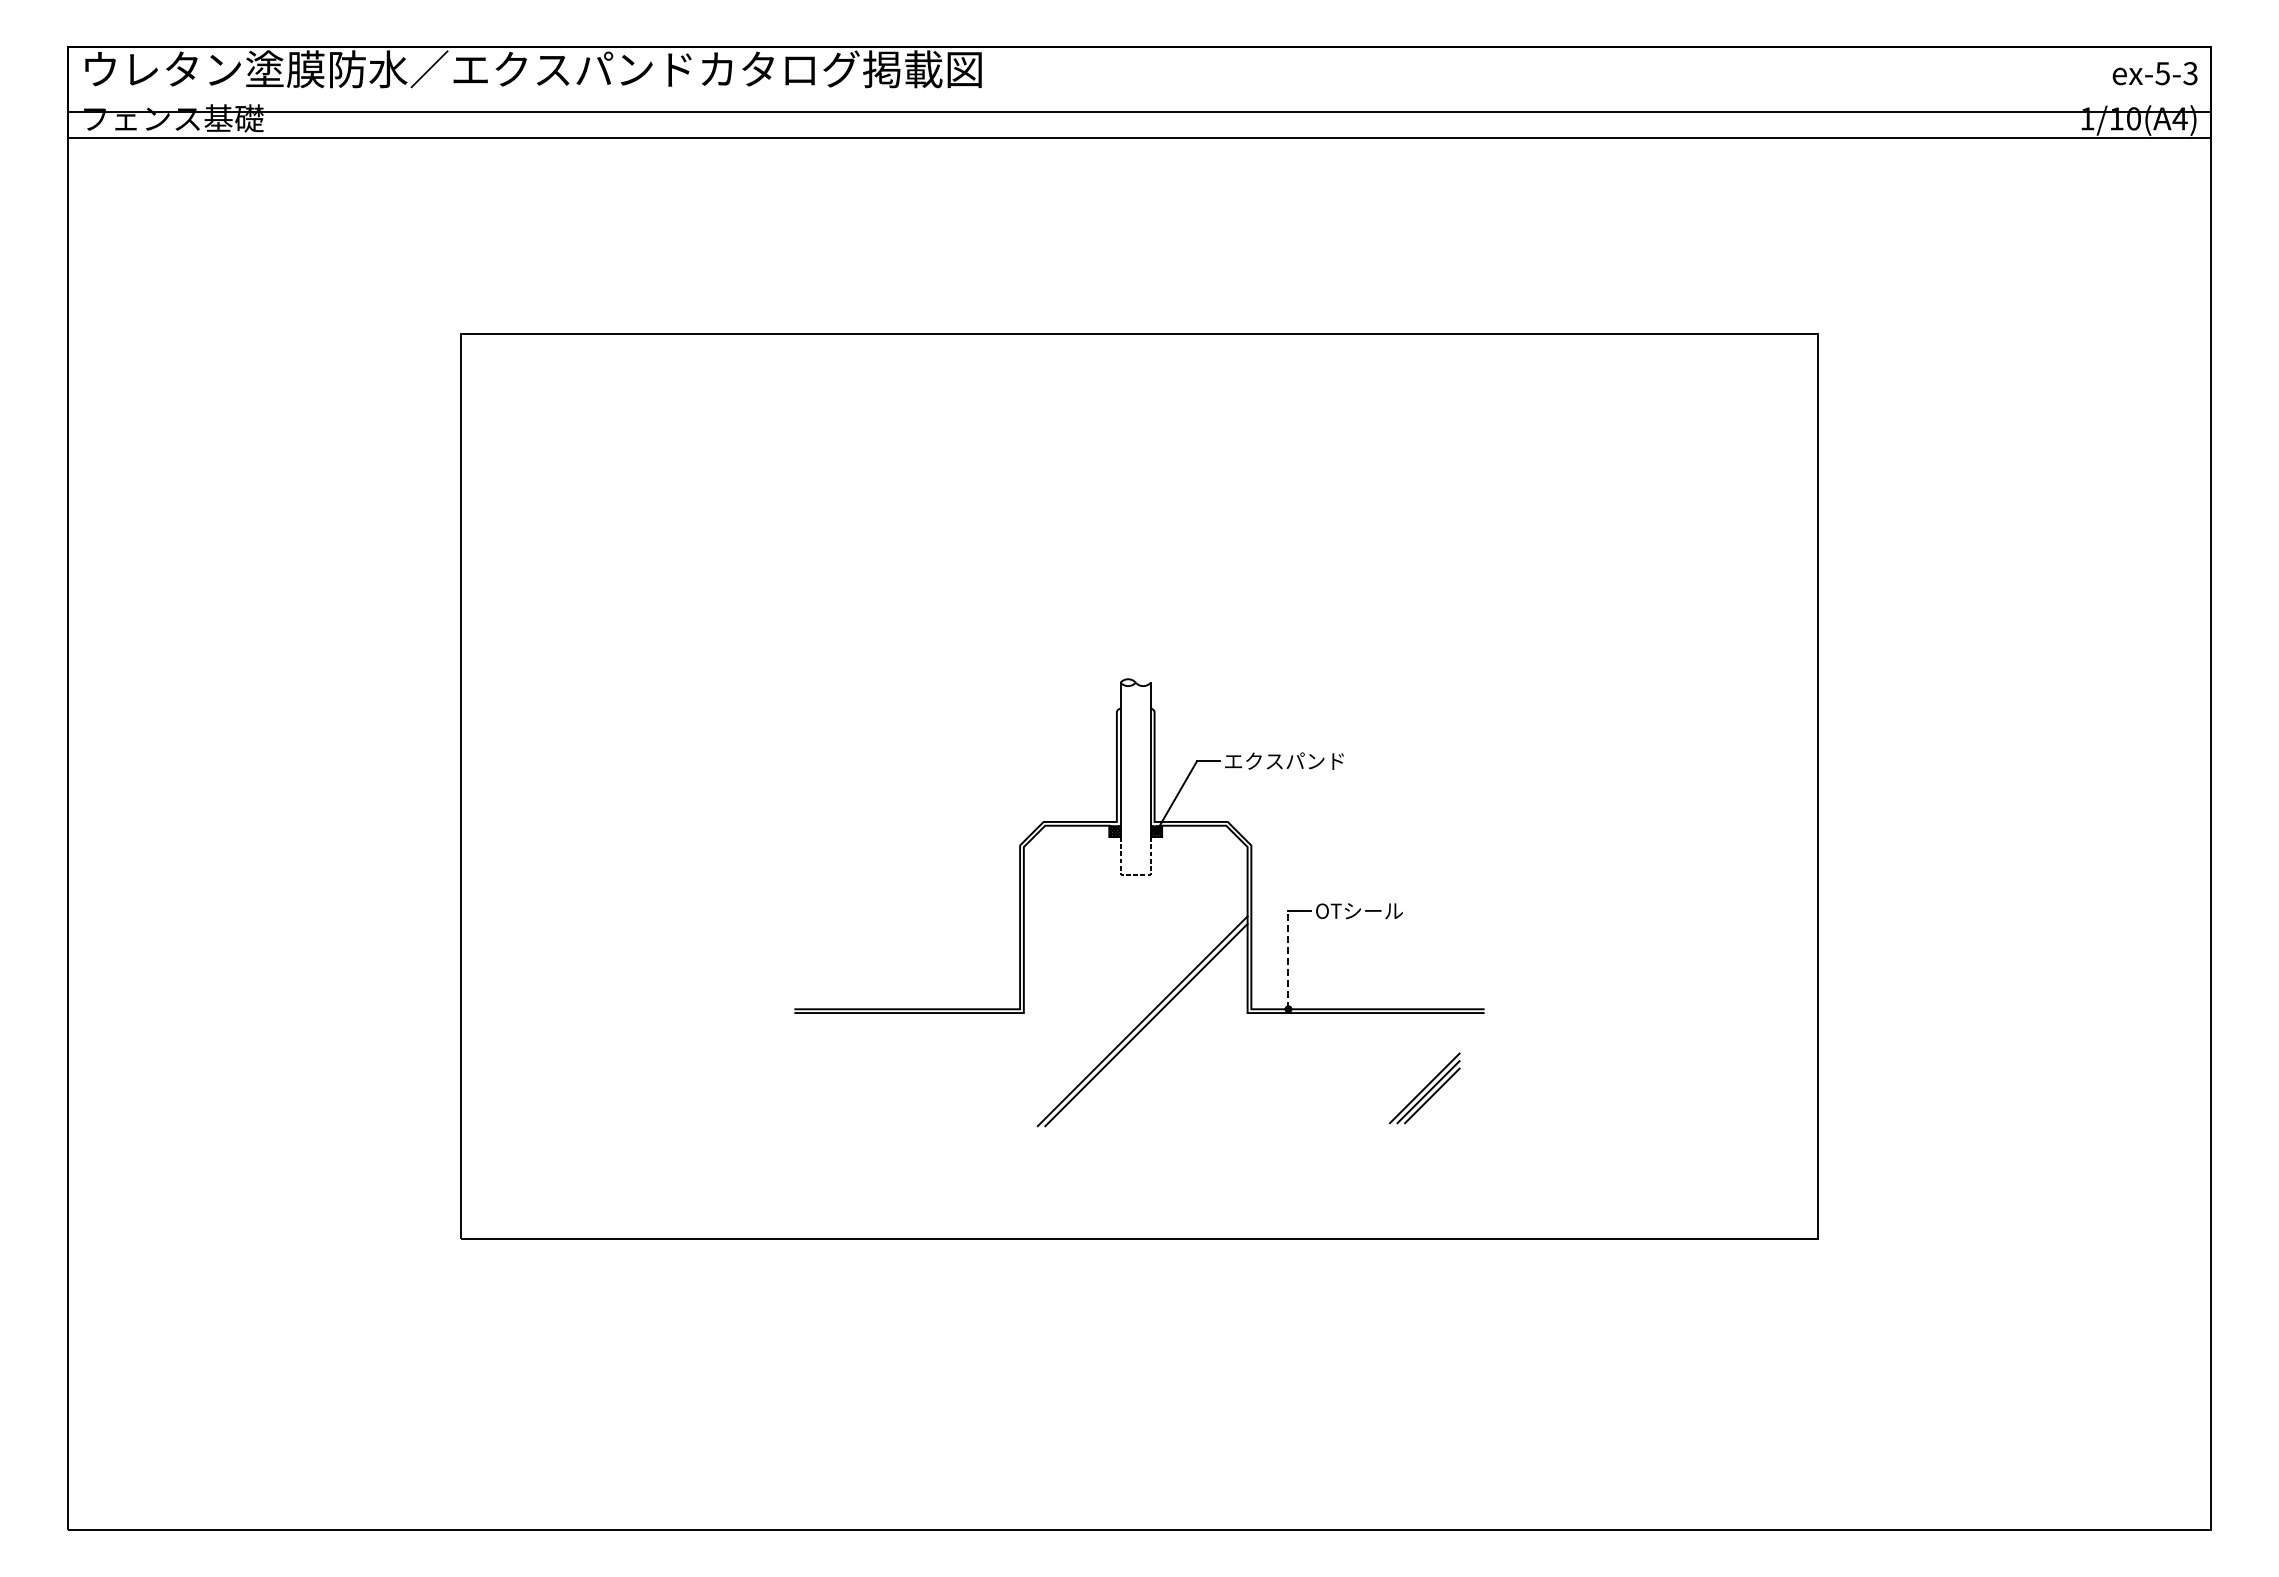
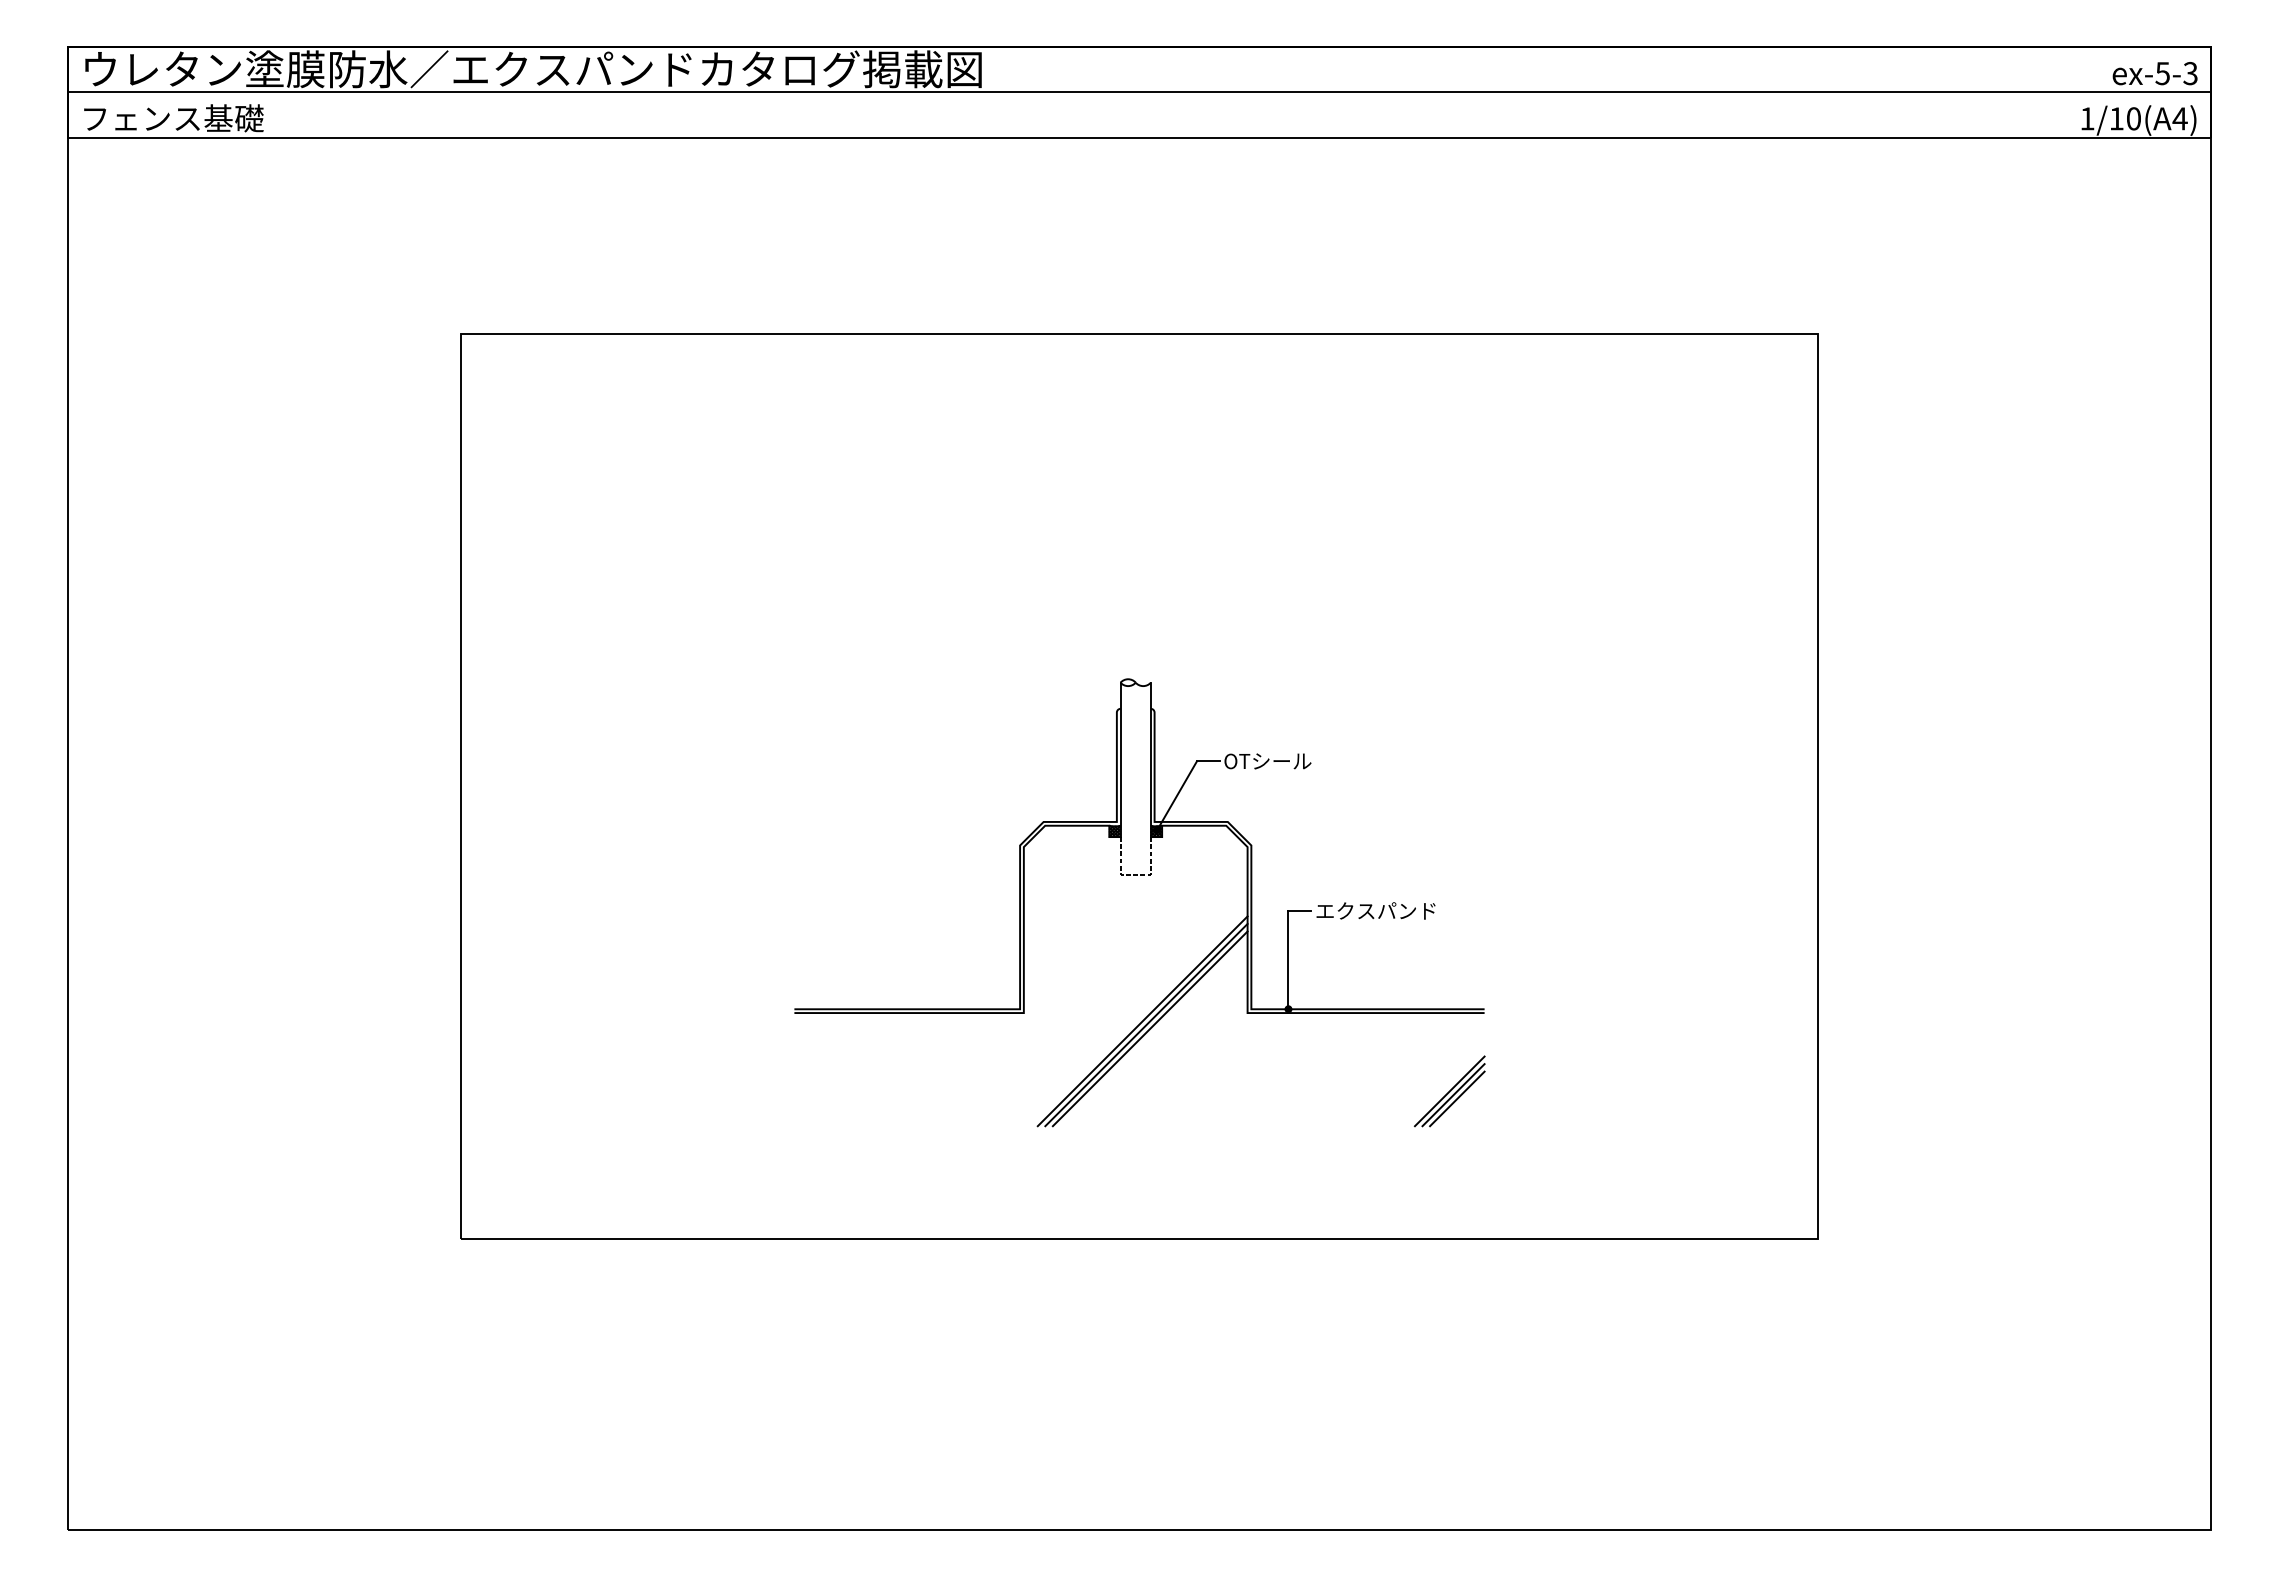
line at (1139, 112) position: (1139, 112) -> (1139, 92)
text at (1283, 760): エクスパンド -> OTシール
text at (1375, 910): OTシール -> エクスパンド
line at (1288, 960): dashed -> solid
line at (1149, 1028): none -> present
part at (1424, 1088) position: (1424, 1088) -> (1449, 1091)
